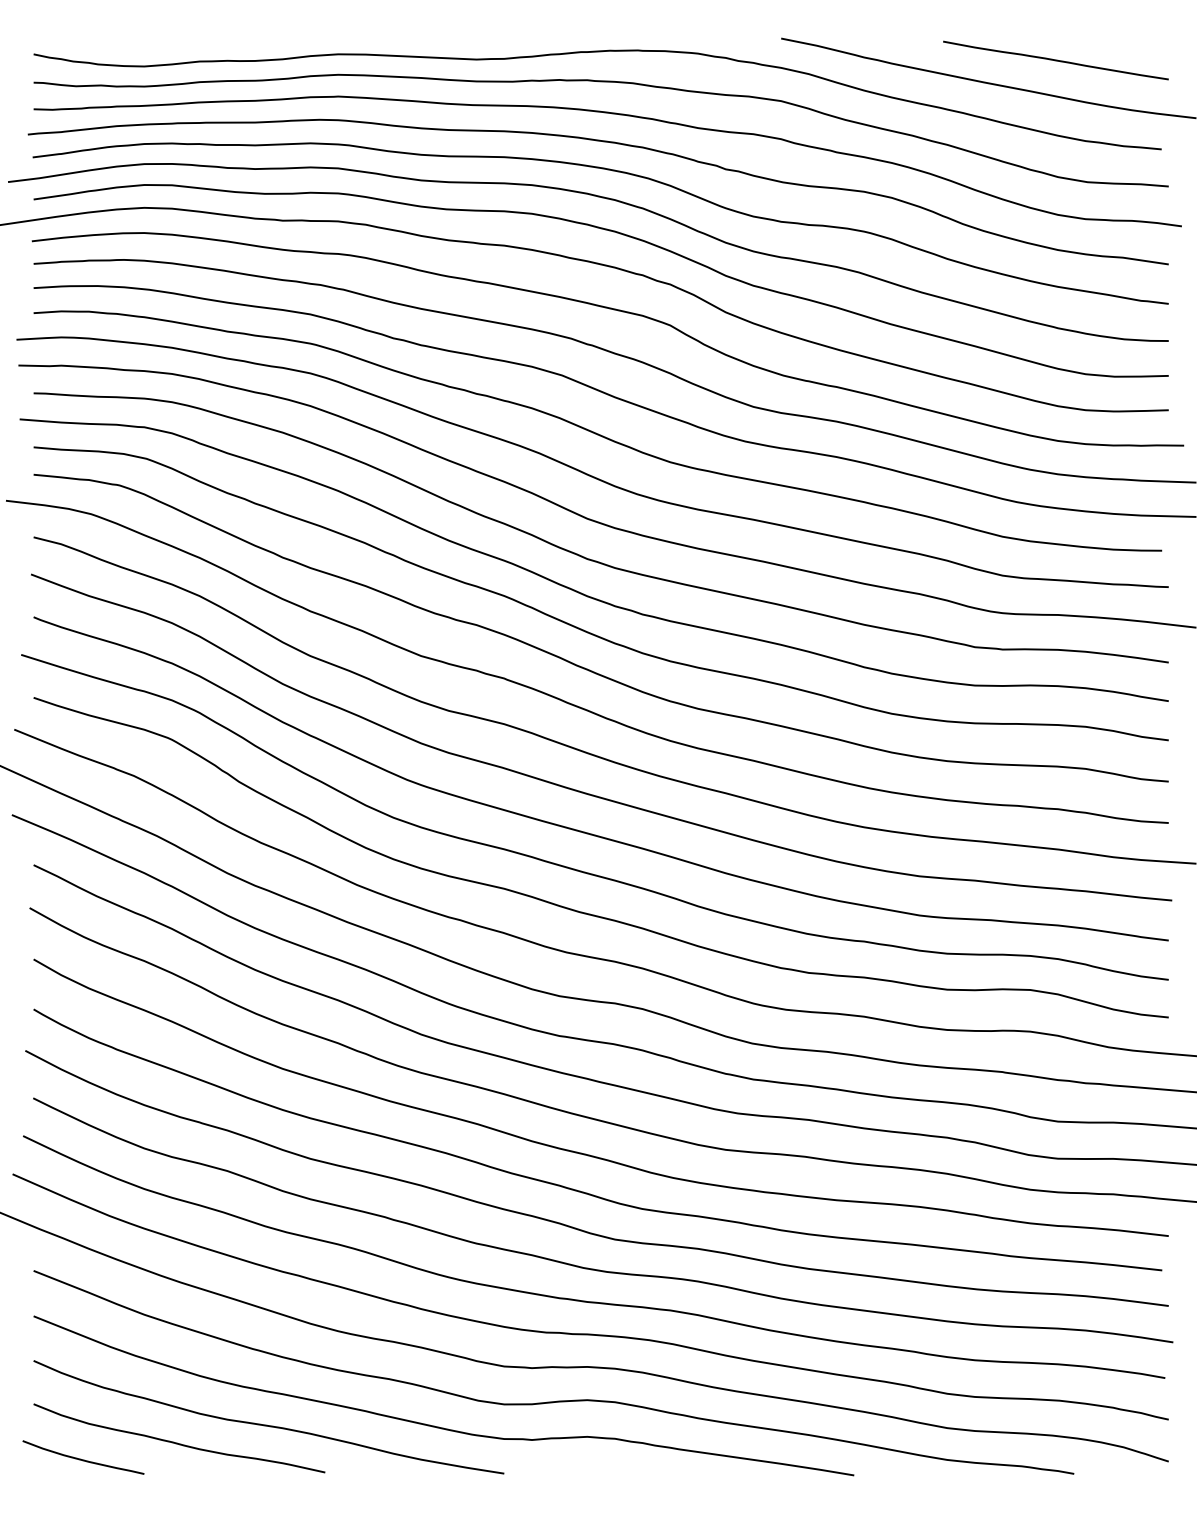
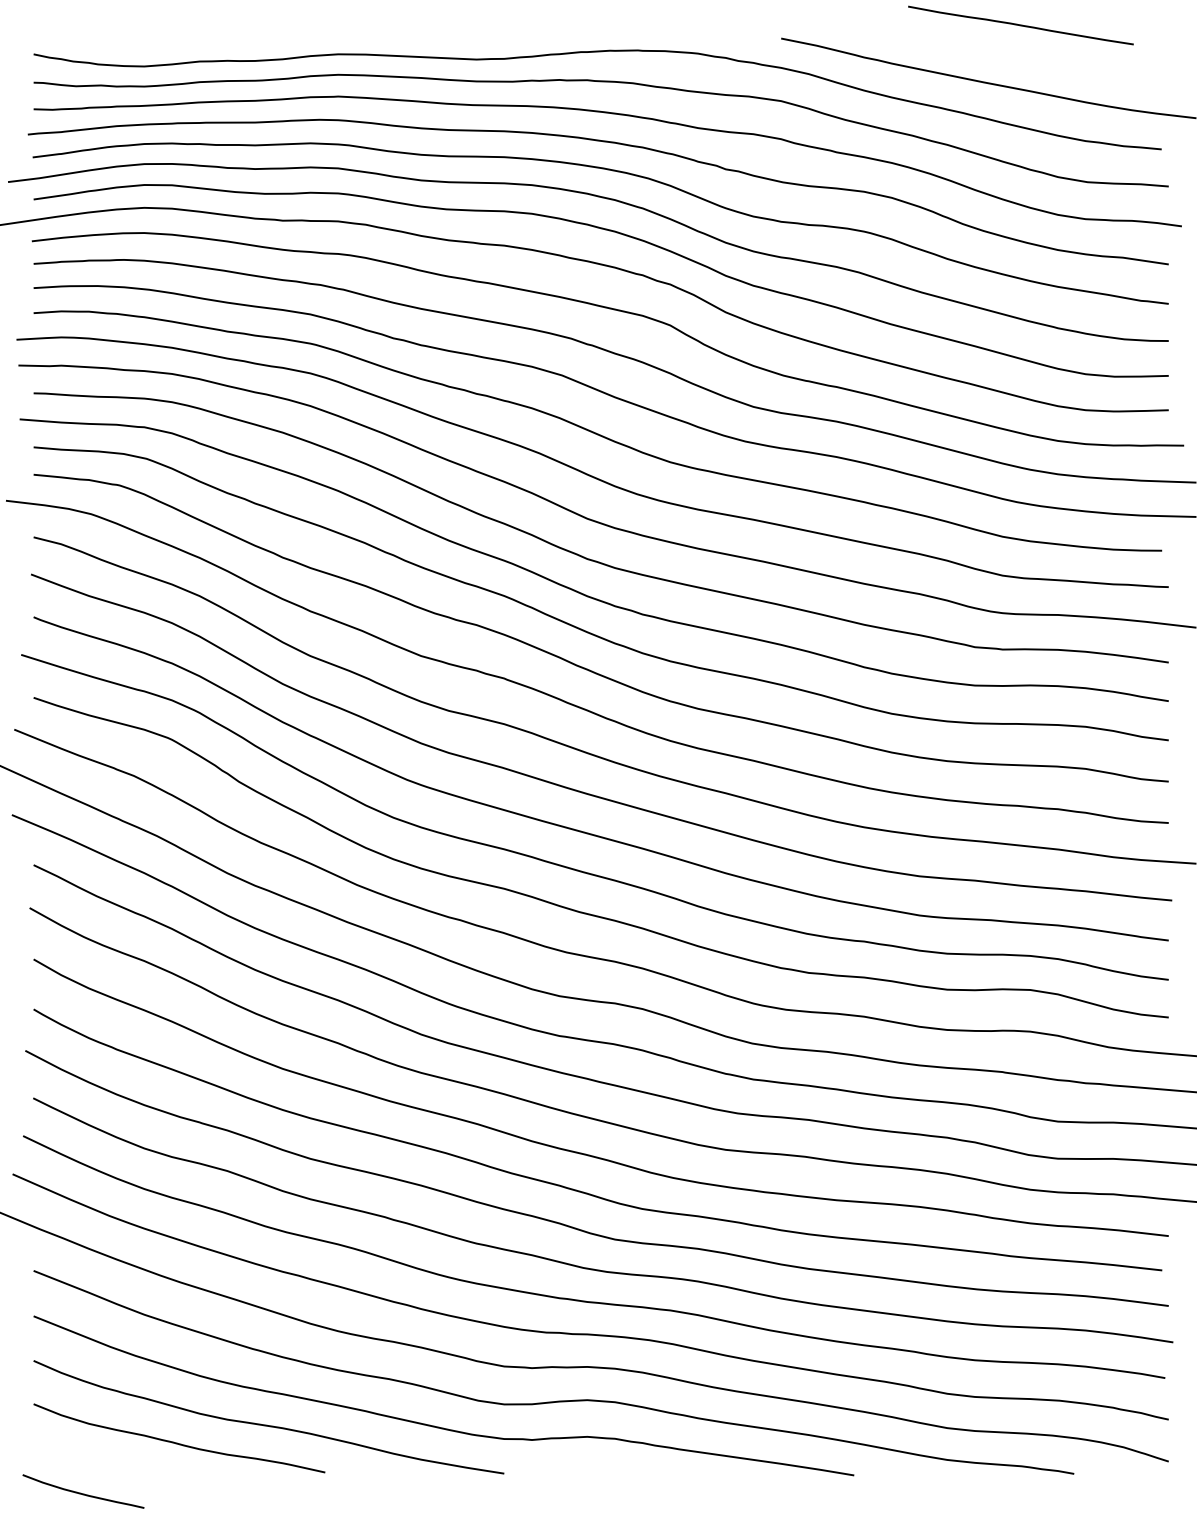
line at (1055, 60) position: (1055, 60) -> (1020, 25)
curve at (83, 1459) position: (83, 1459) -> (83, 1493)
